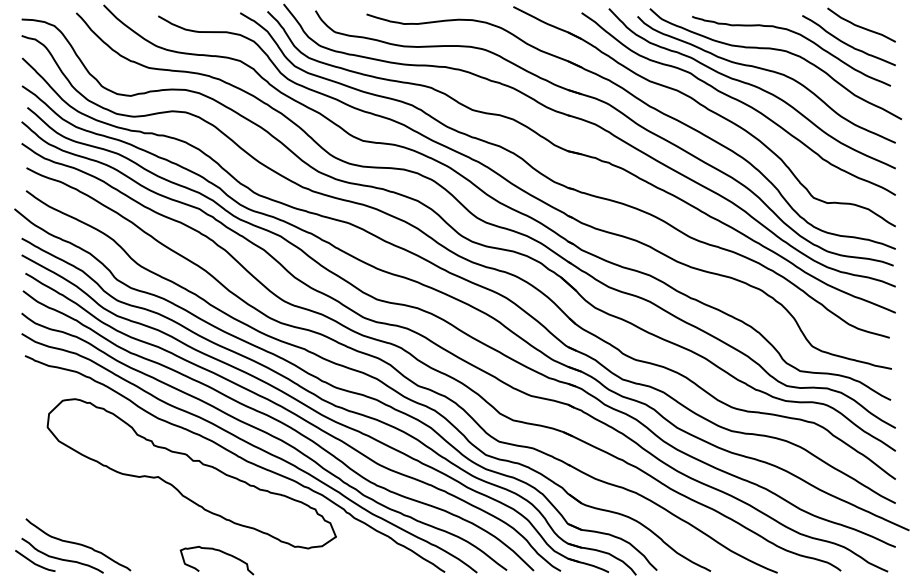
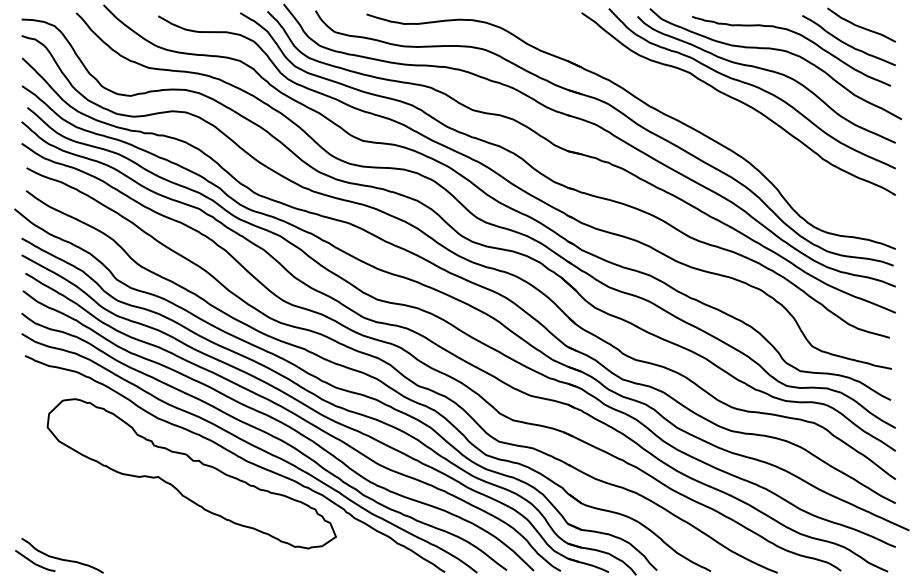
part at (709, 111): present -> none
curve at (78, 544): present -> none
curve at (218, 551): present -> none
